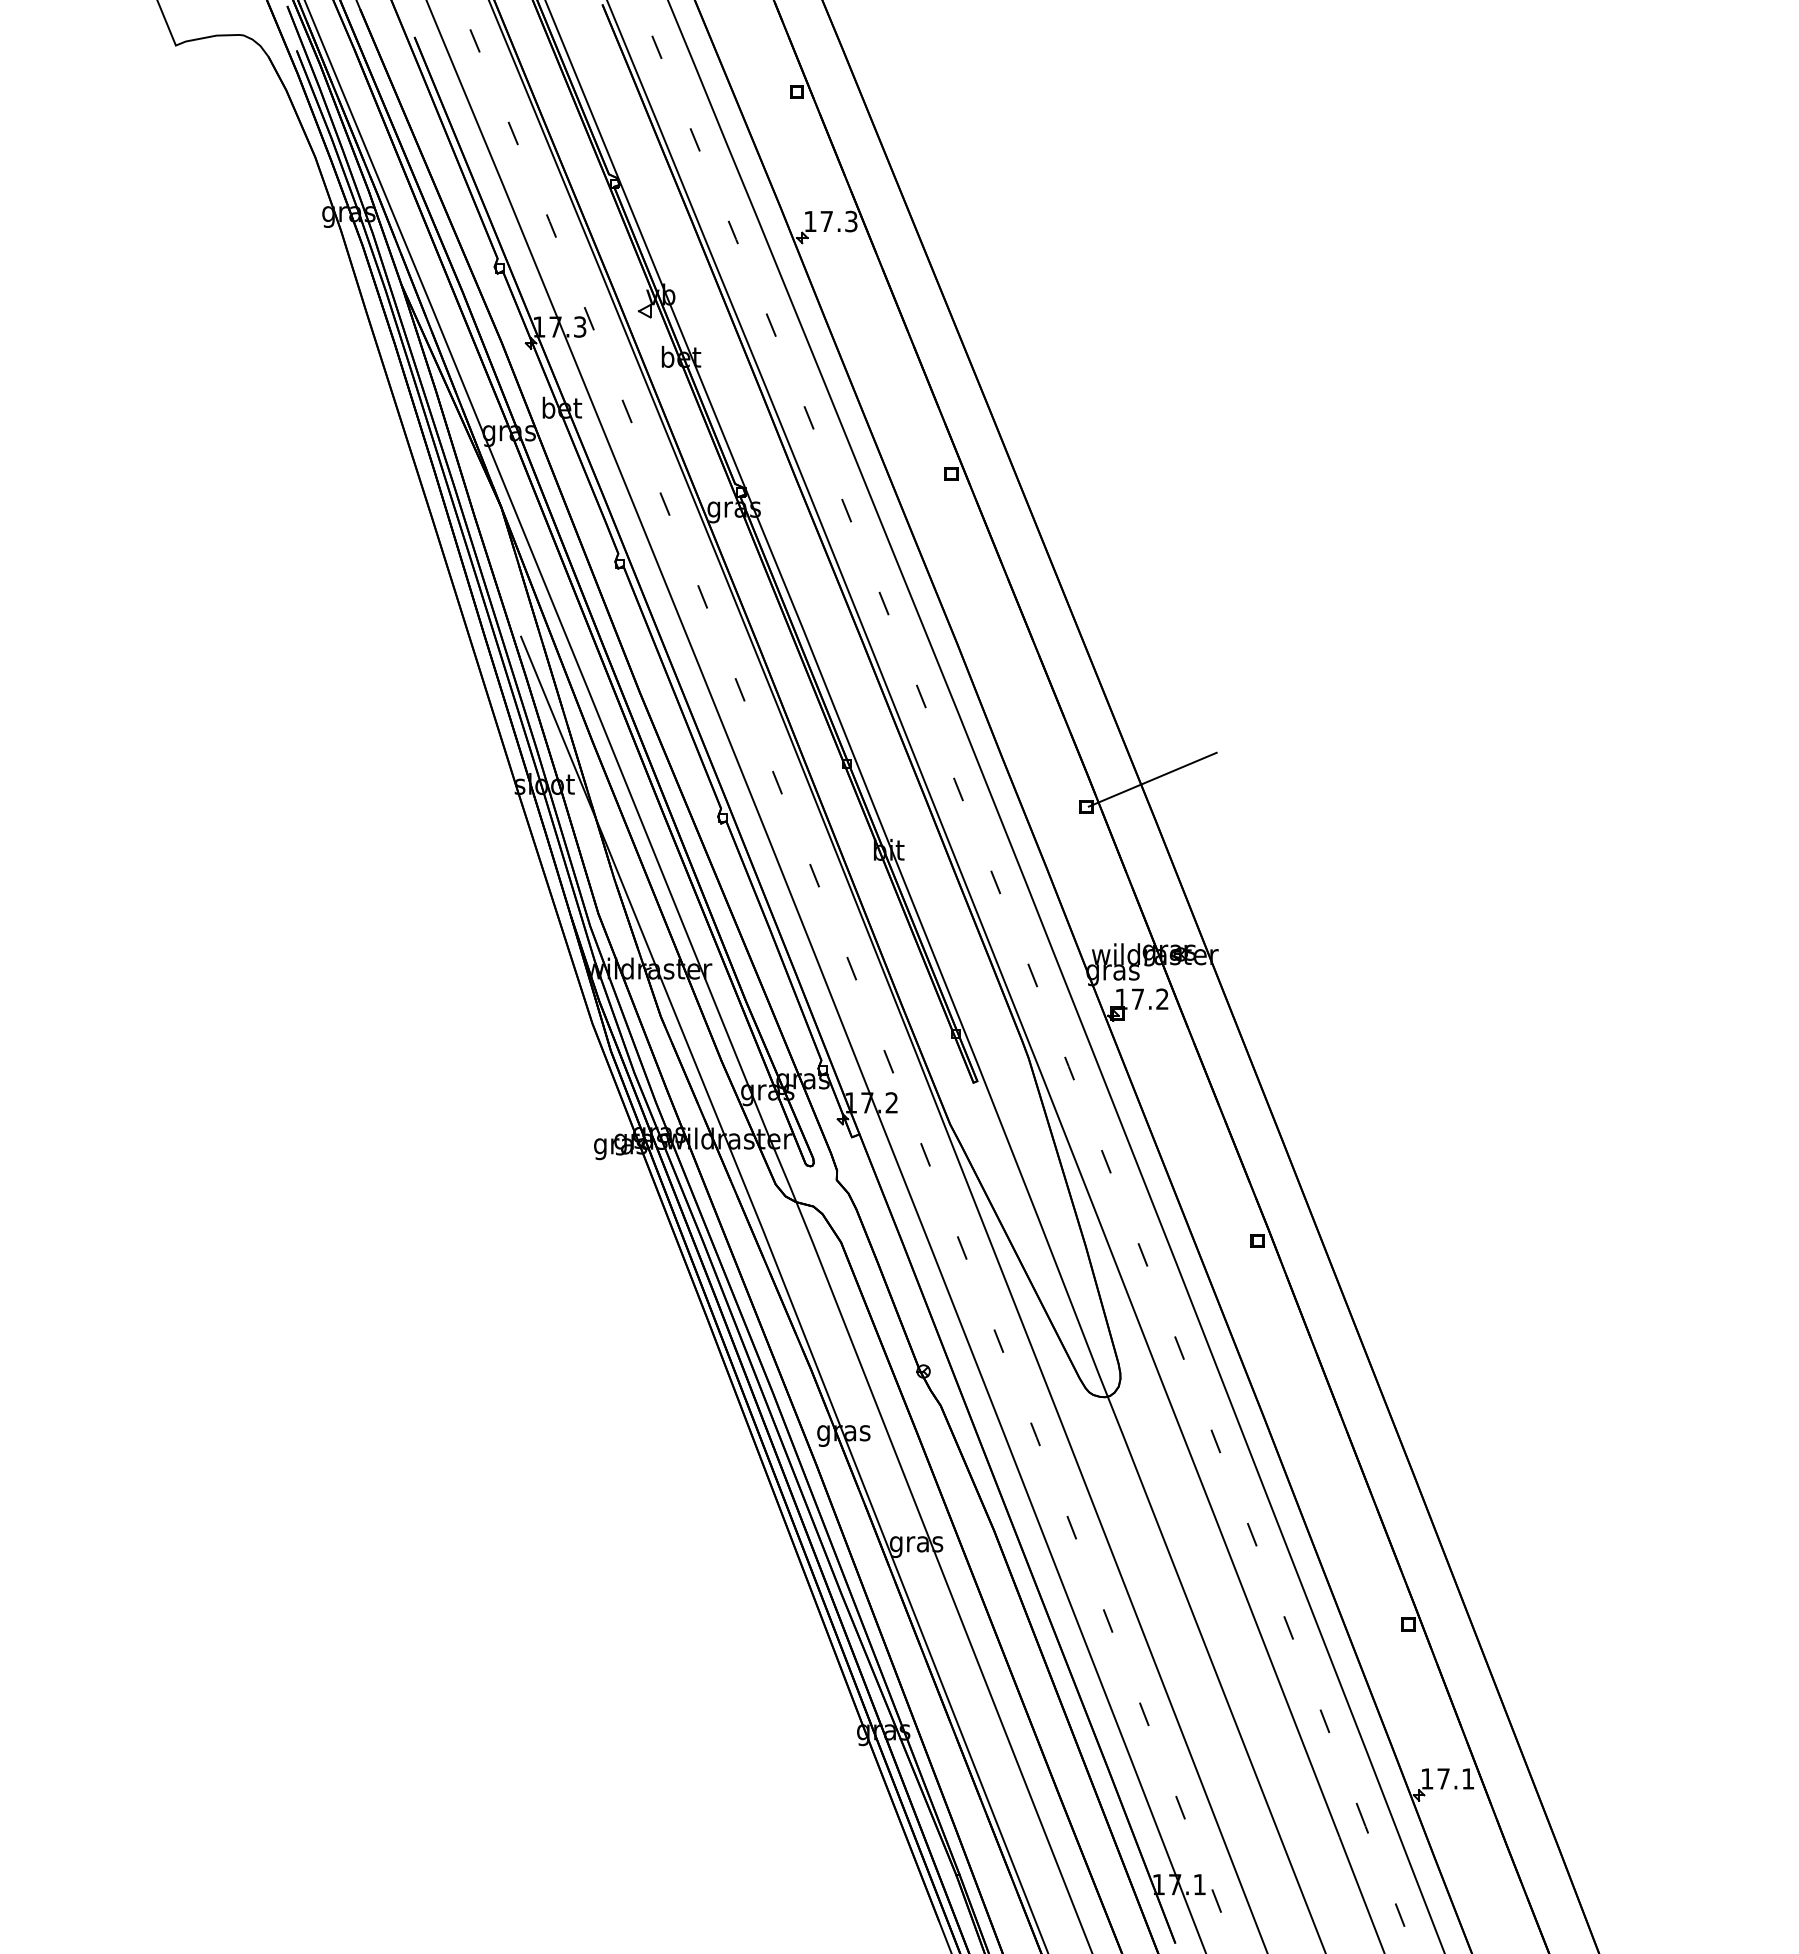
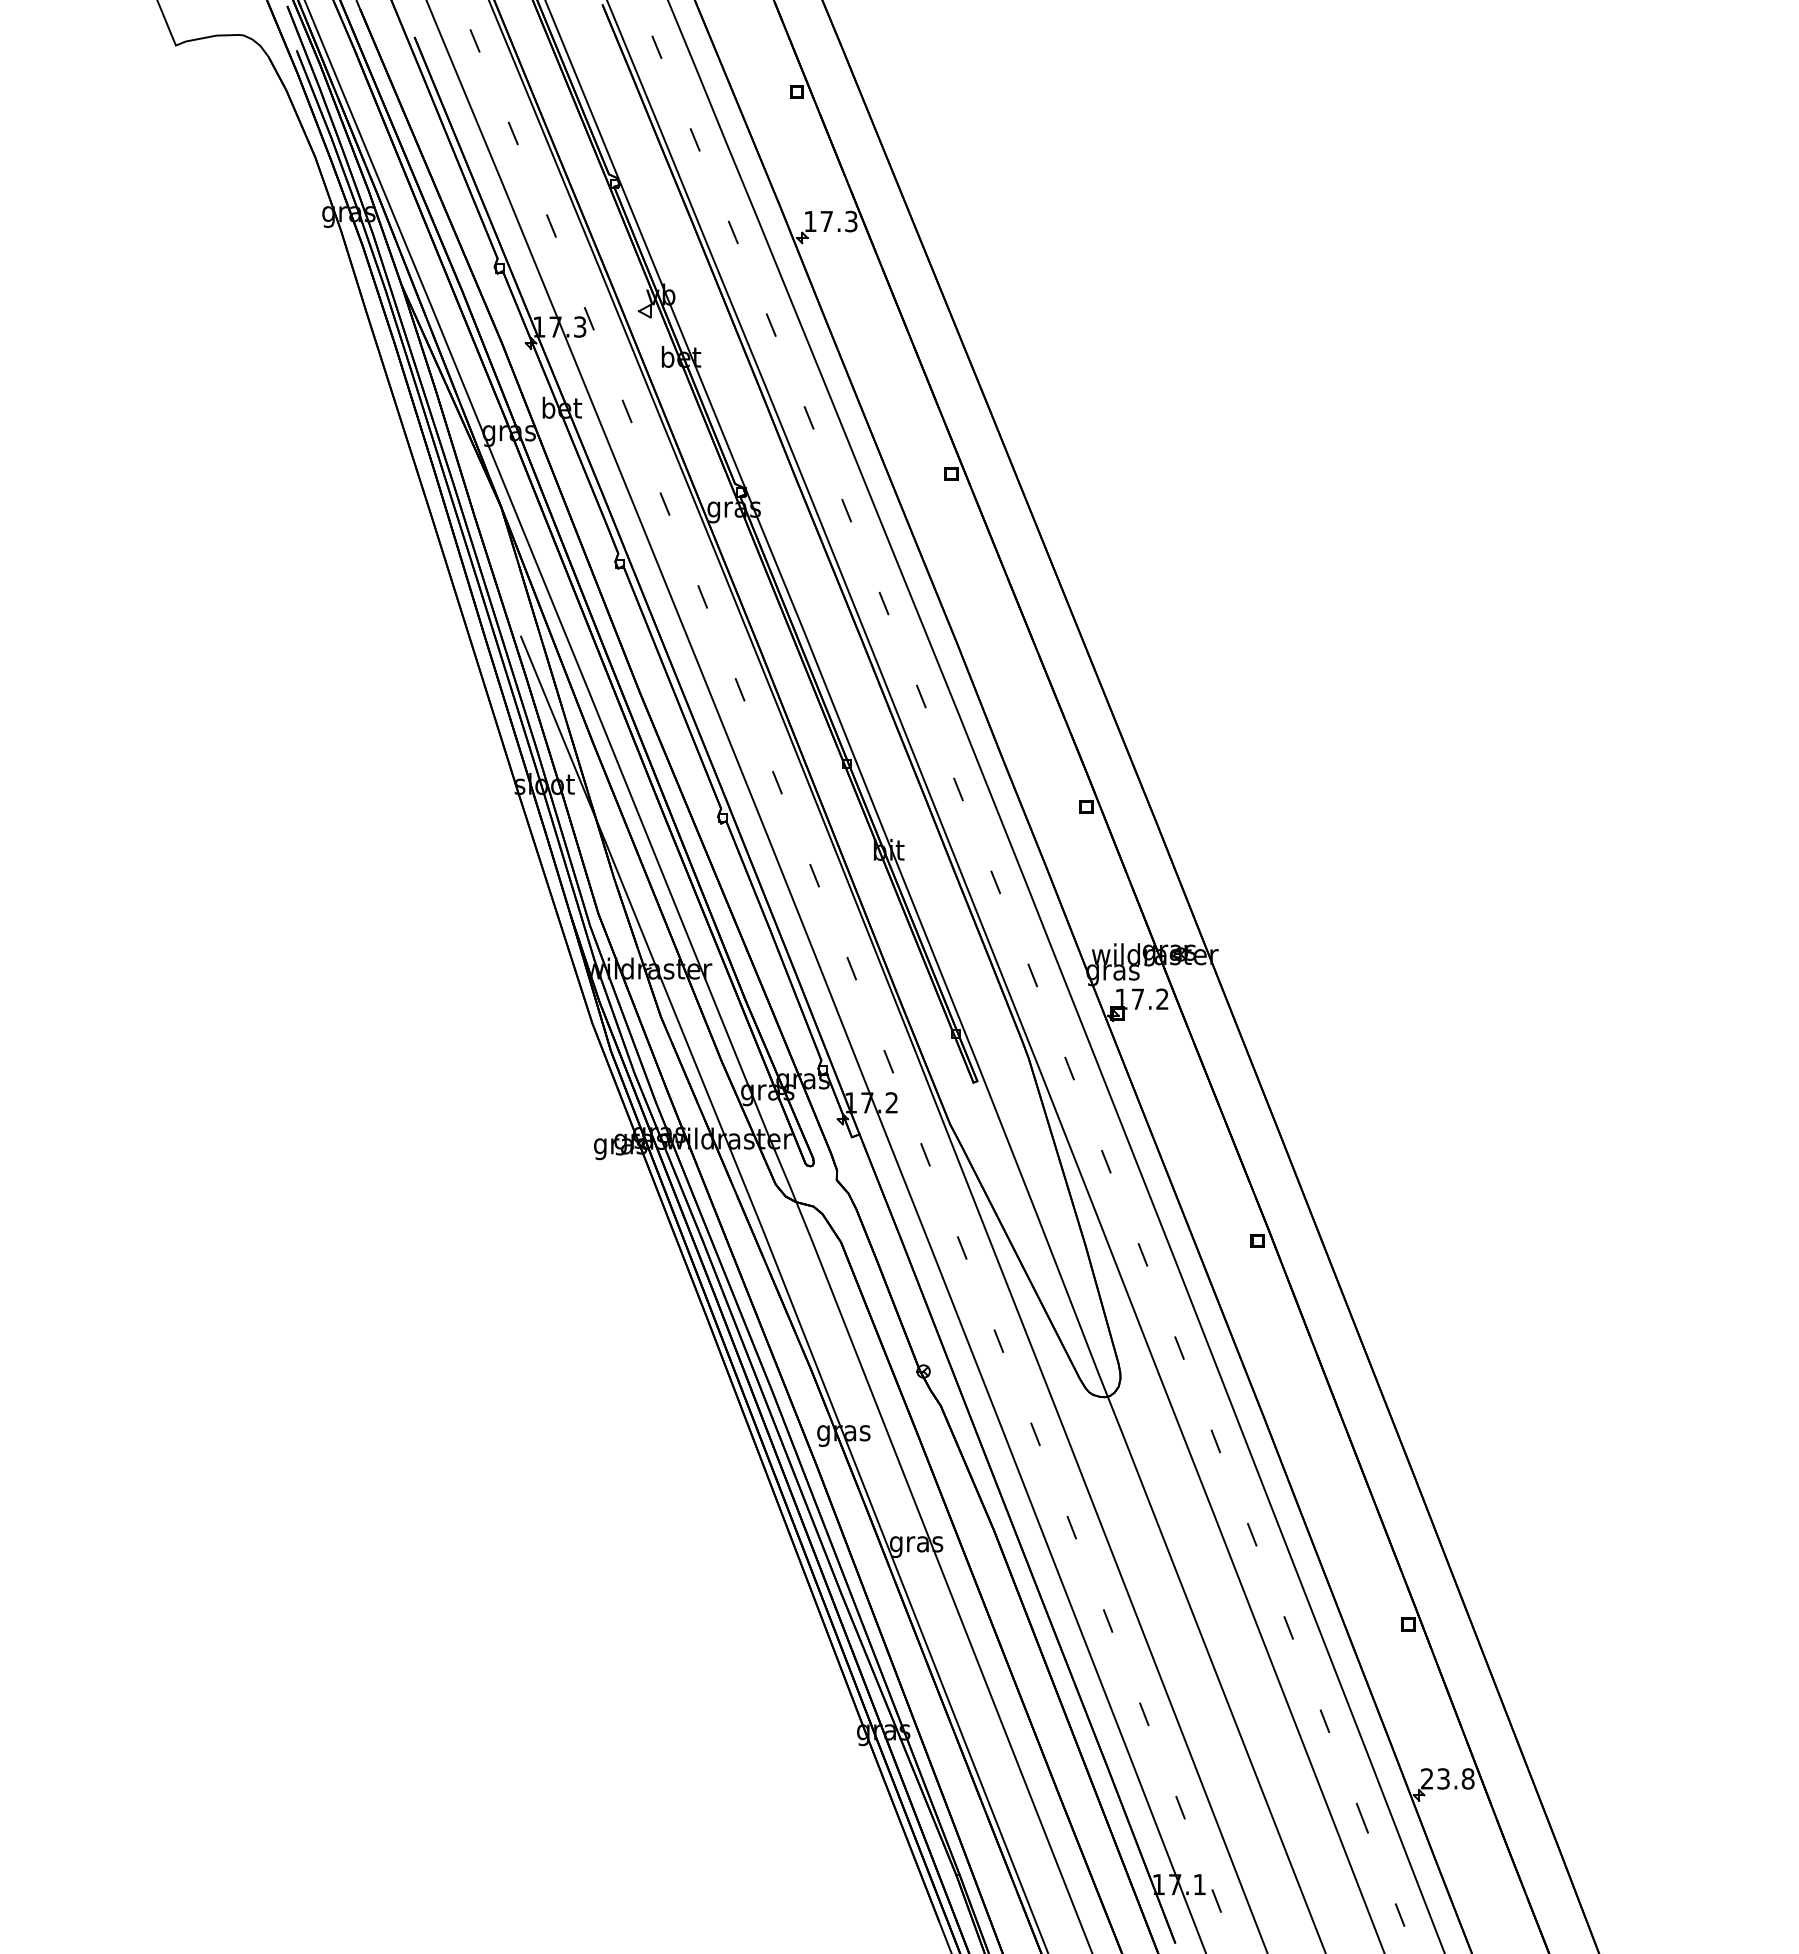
line at (1152, 779): present -> none
text at (1447, 1778): 17.1 -> 23.8
